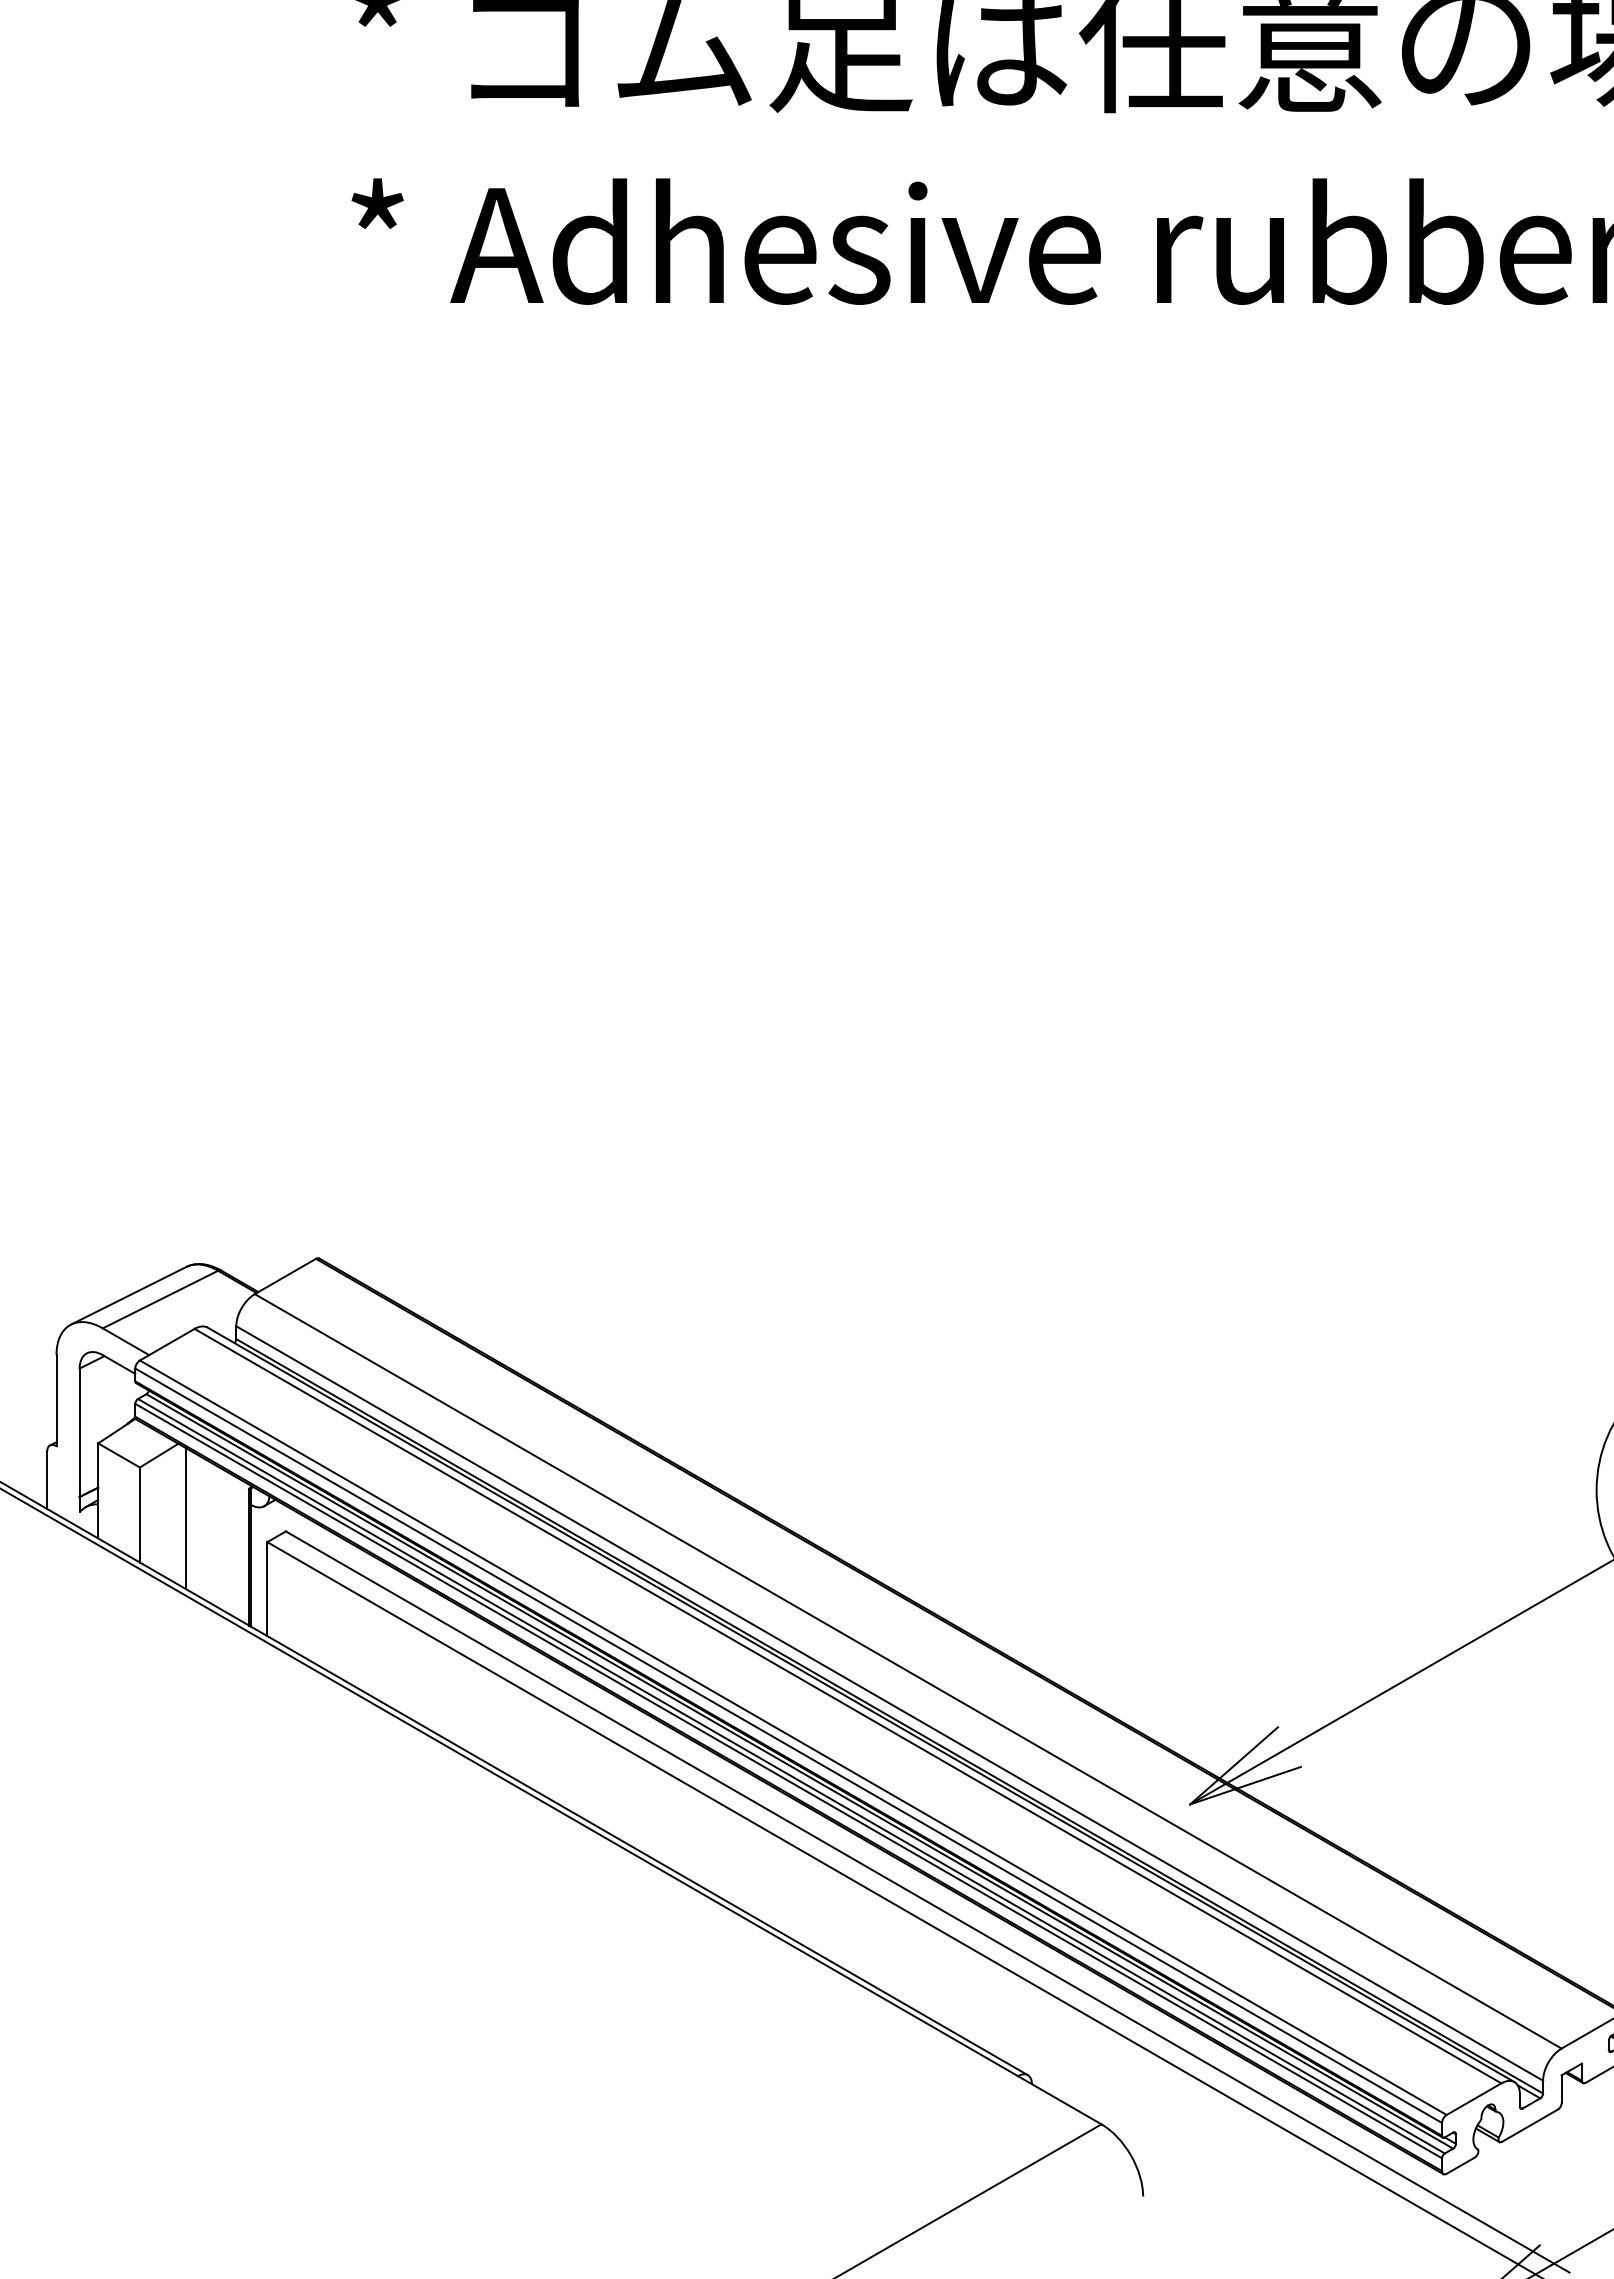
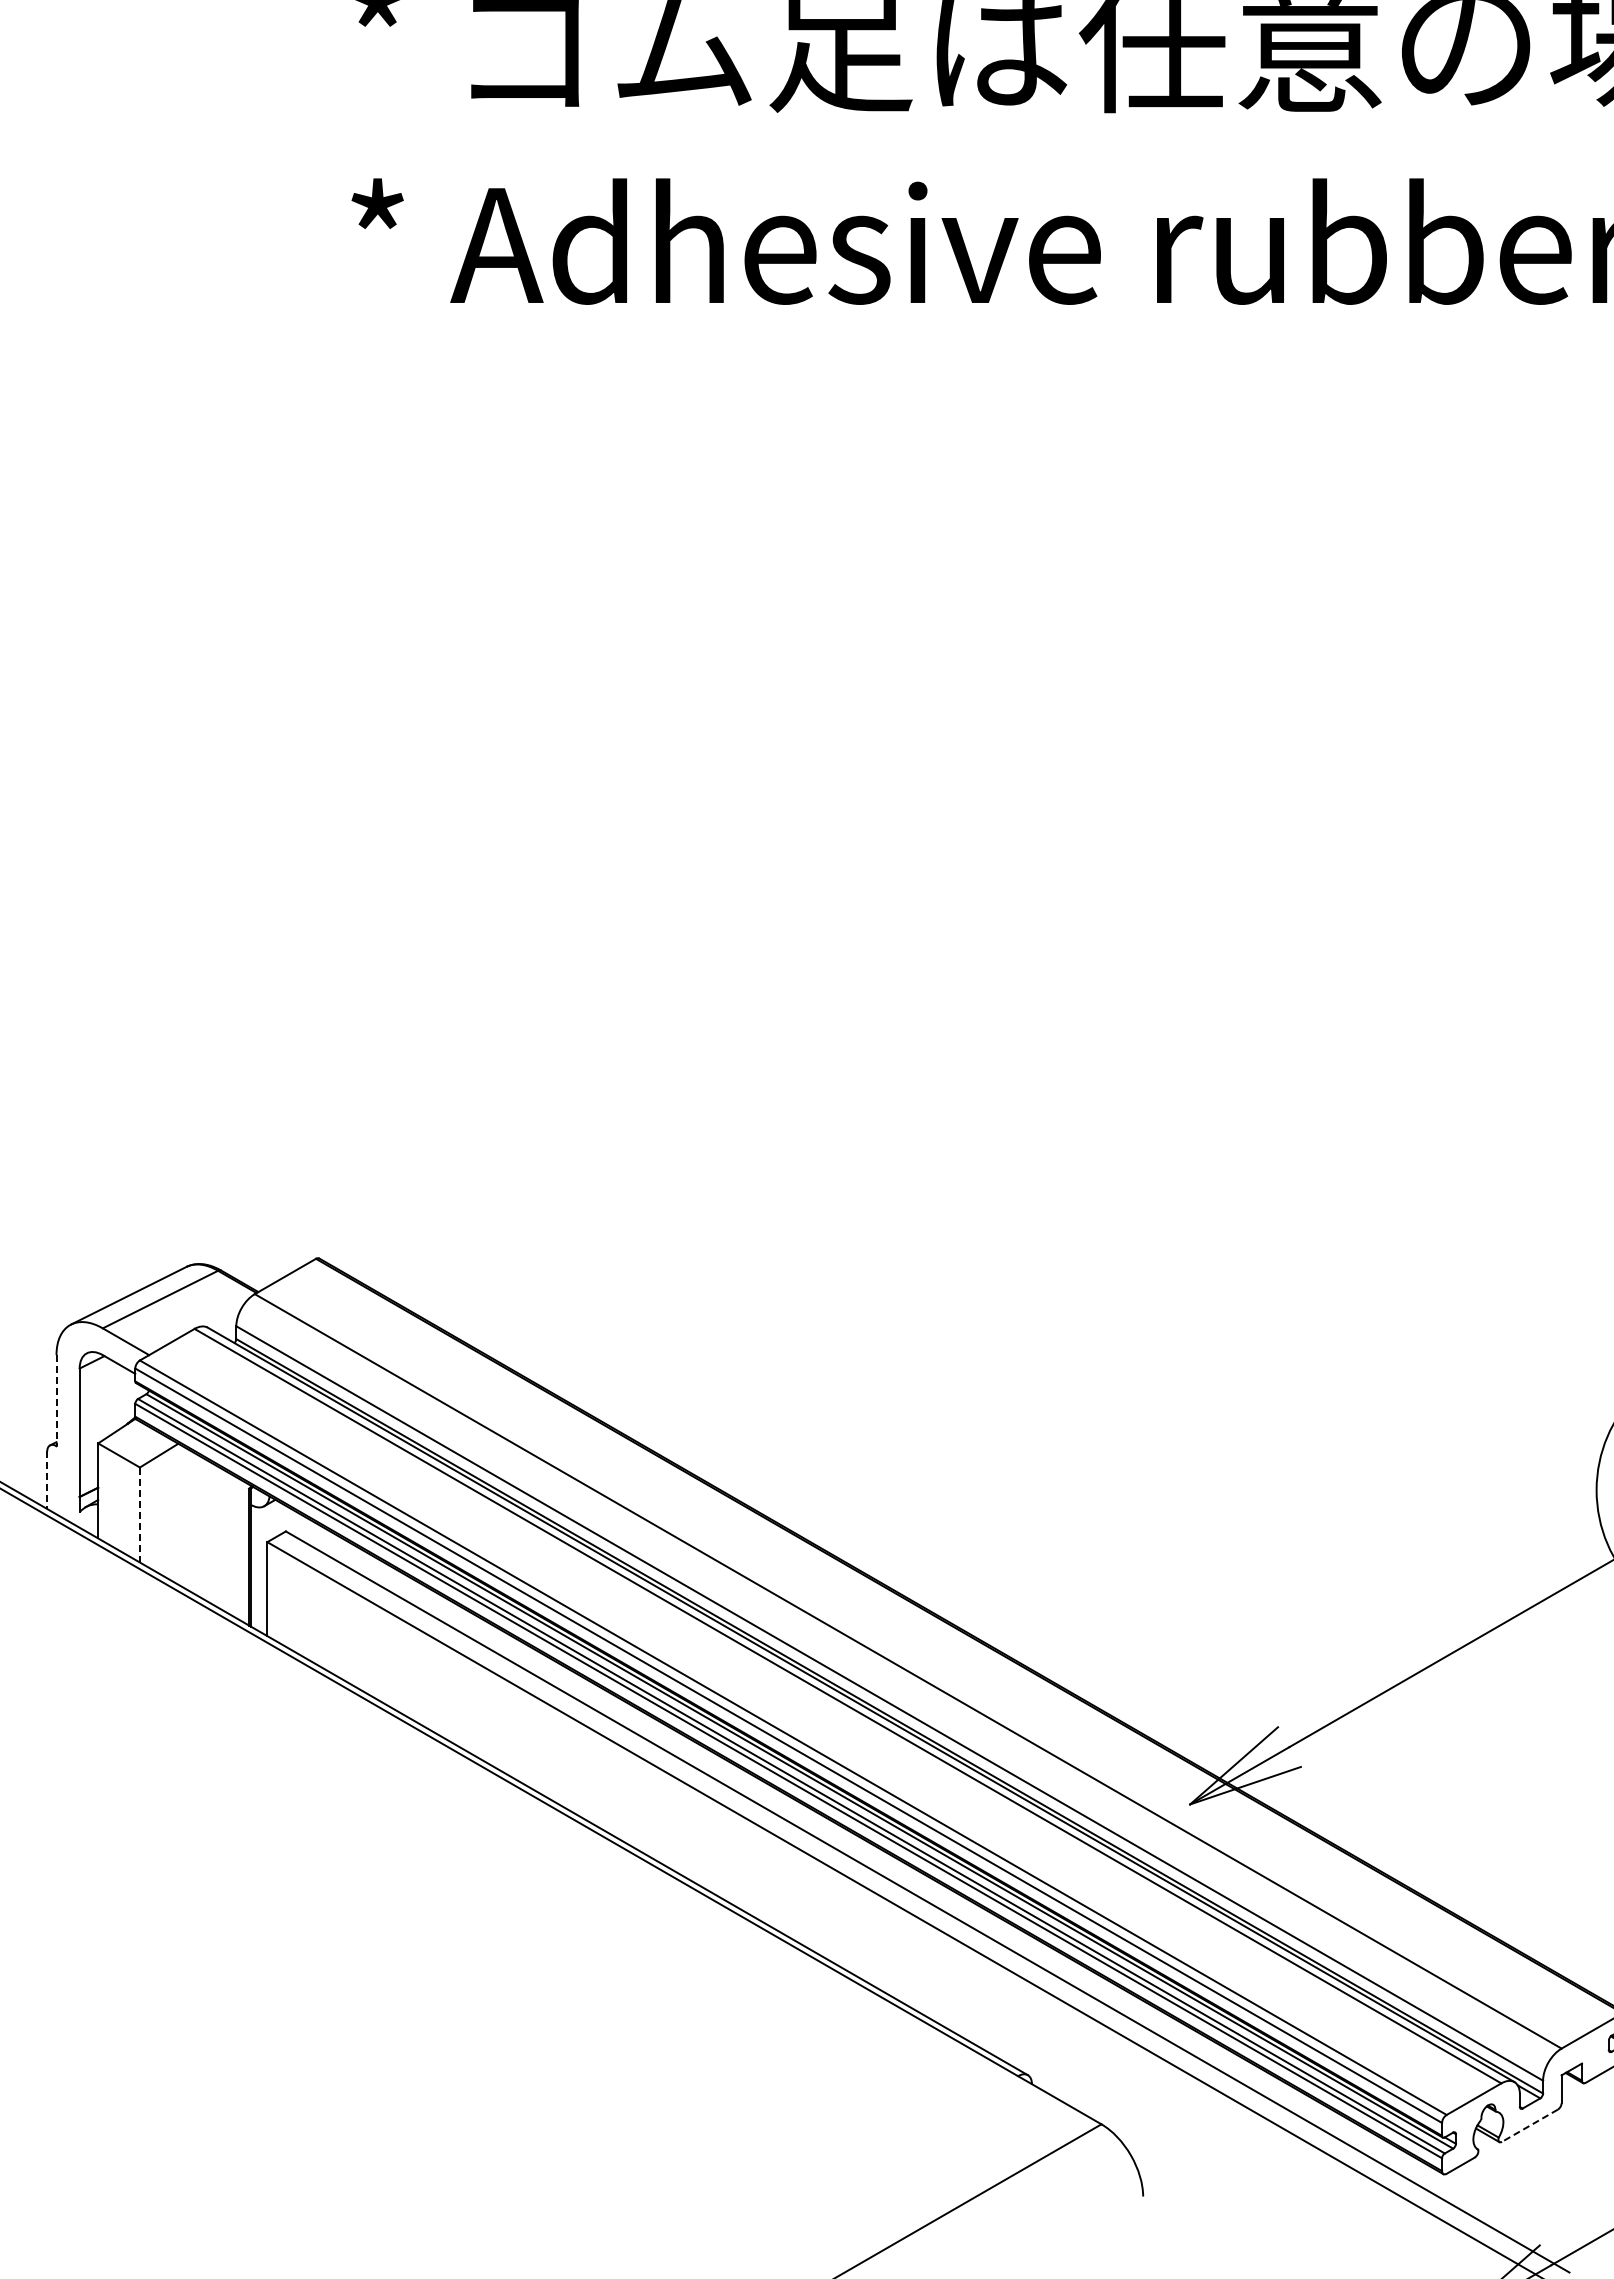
line at (56, 1401): solid -> dashed
line at (47, 1480): solid -> dashed
line at (139, 1515): solid -> dashed
line at (186, 1518): present -> none
line at (1529, 2125): solid -> dashed
